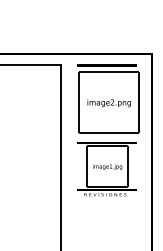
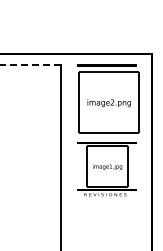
line at (30, 64): solid -> dashed
